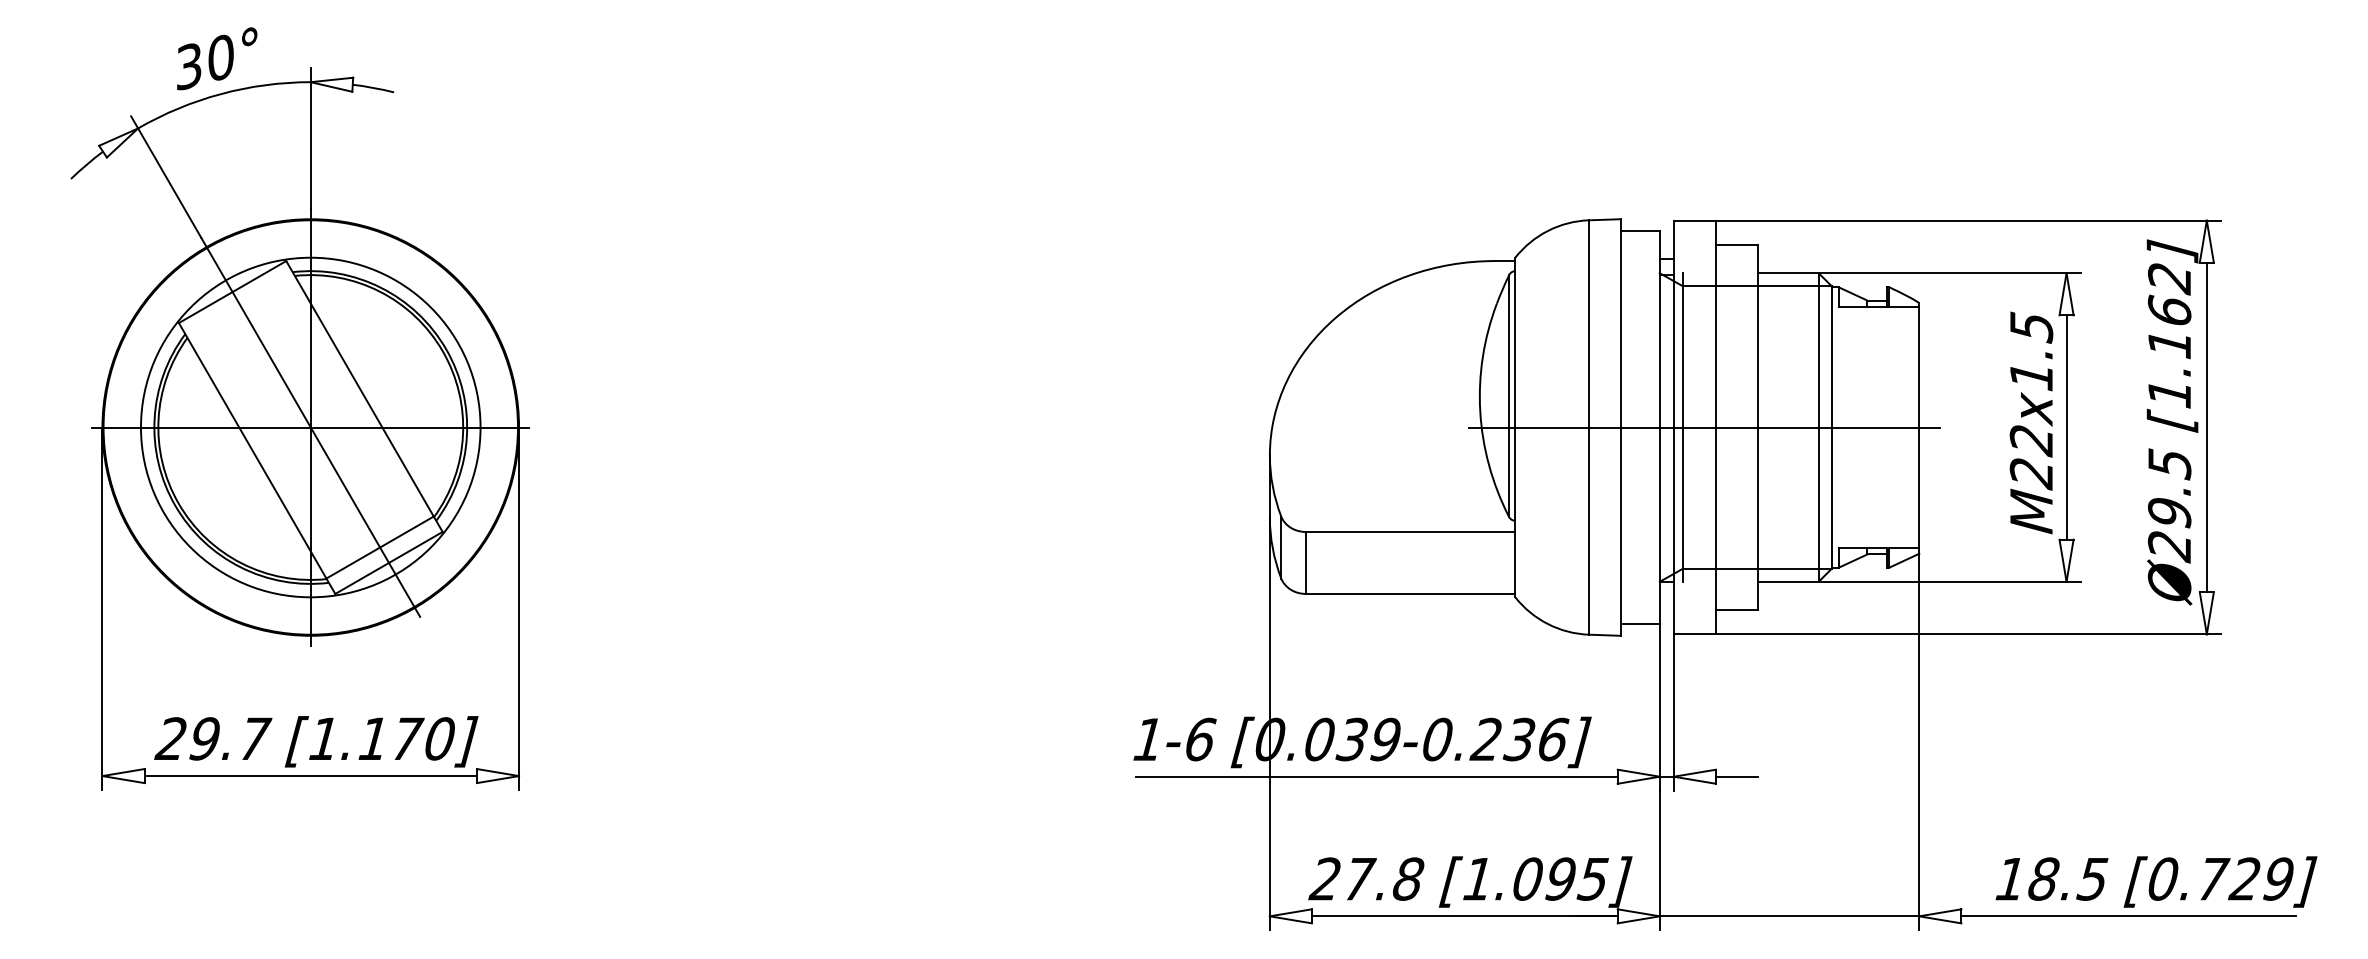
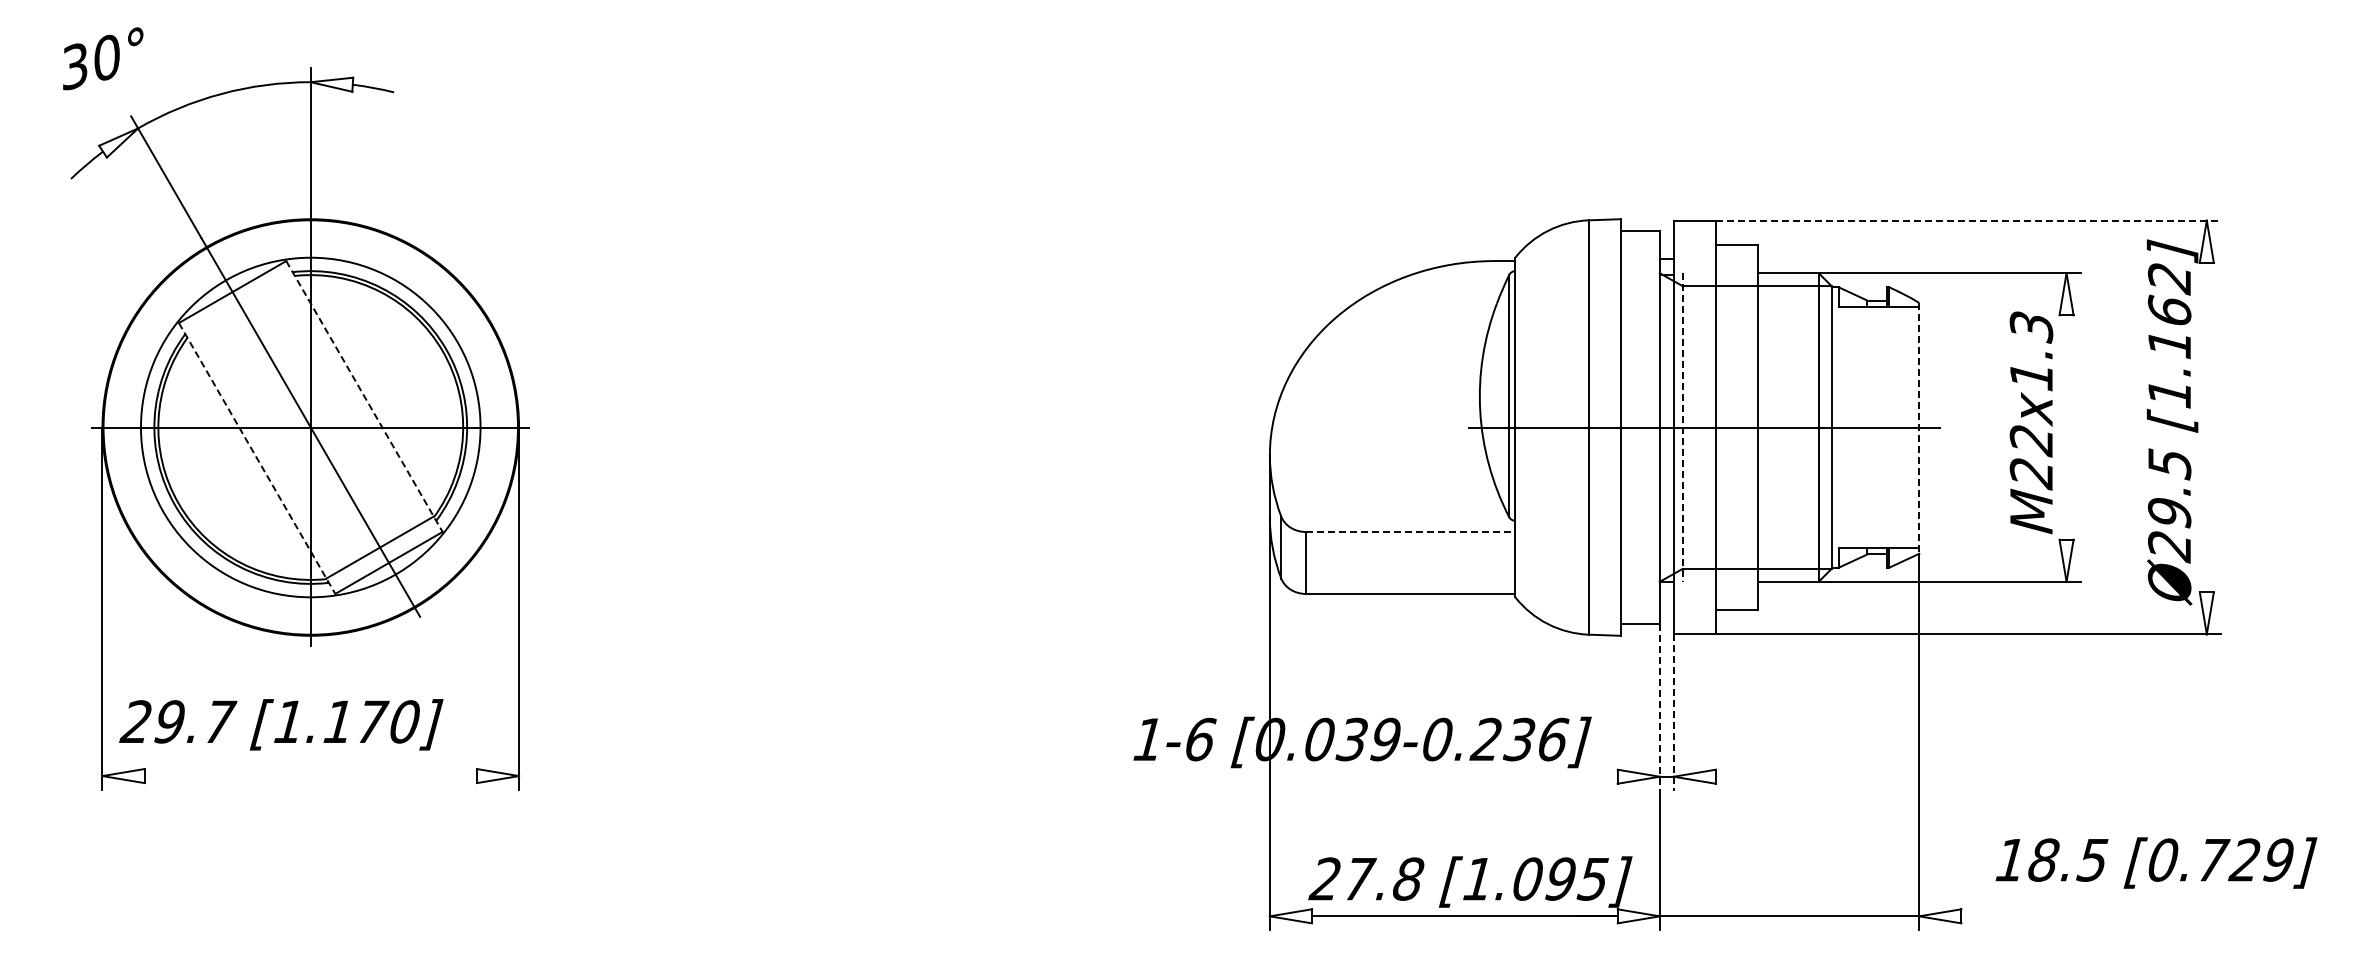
text at (217, 58) position: (217, 58) -> (103, 58)
line at (1968, 220): solid -> dashed
text at (2030, 327): M22x1.5 -> M22x1.3
line at (364, 396): solid -> dashed
line at (2066, 427): present -> none
line at (2206, 427): present -> none
line at (1682, 428): solid -> dashed
line at (1919, 428): solid -> dashed
line at (257, 458): solid -> dashed
line at (1410, 531): solid -> dashed
line at (1659, 707): solid -> dashed
line at (1673, 713): solid -> dashed
text at (316, 741) position: (316, 741) -> (281, 724)
line at (310, 776): present -> none
line at (1376, 776): present -> none
line at (1736, 776): present -> none
text at (2156, 881) position: (2156, 881) -> (2156, 862)
line at (2128, 916): present -> none
